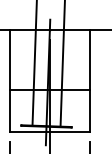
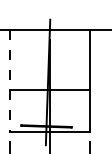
line at (34, 63): present -> none
line at (62, 64): present -> none
line at (9, 80): solid -> dashed
